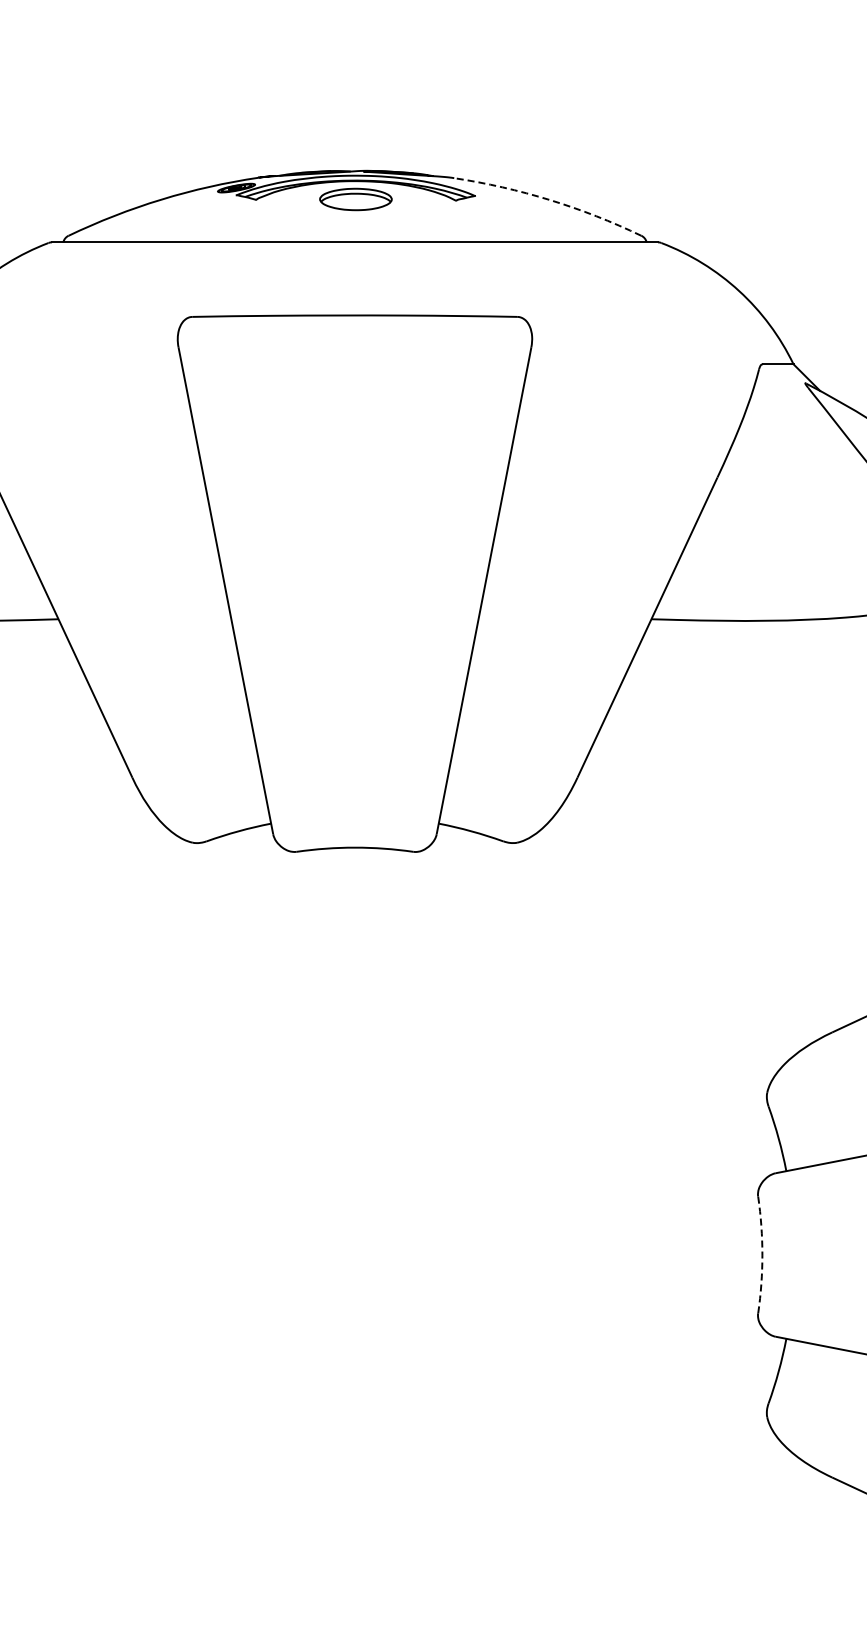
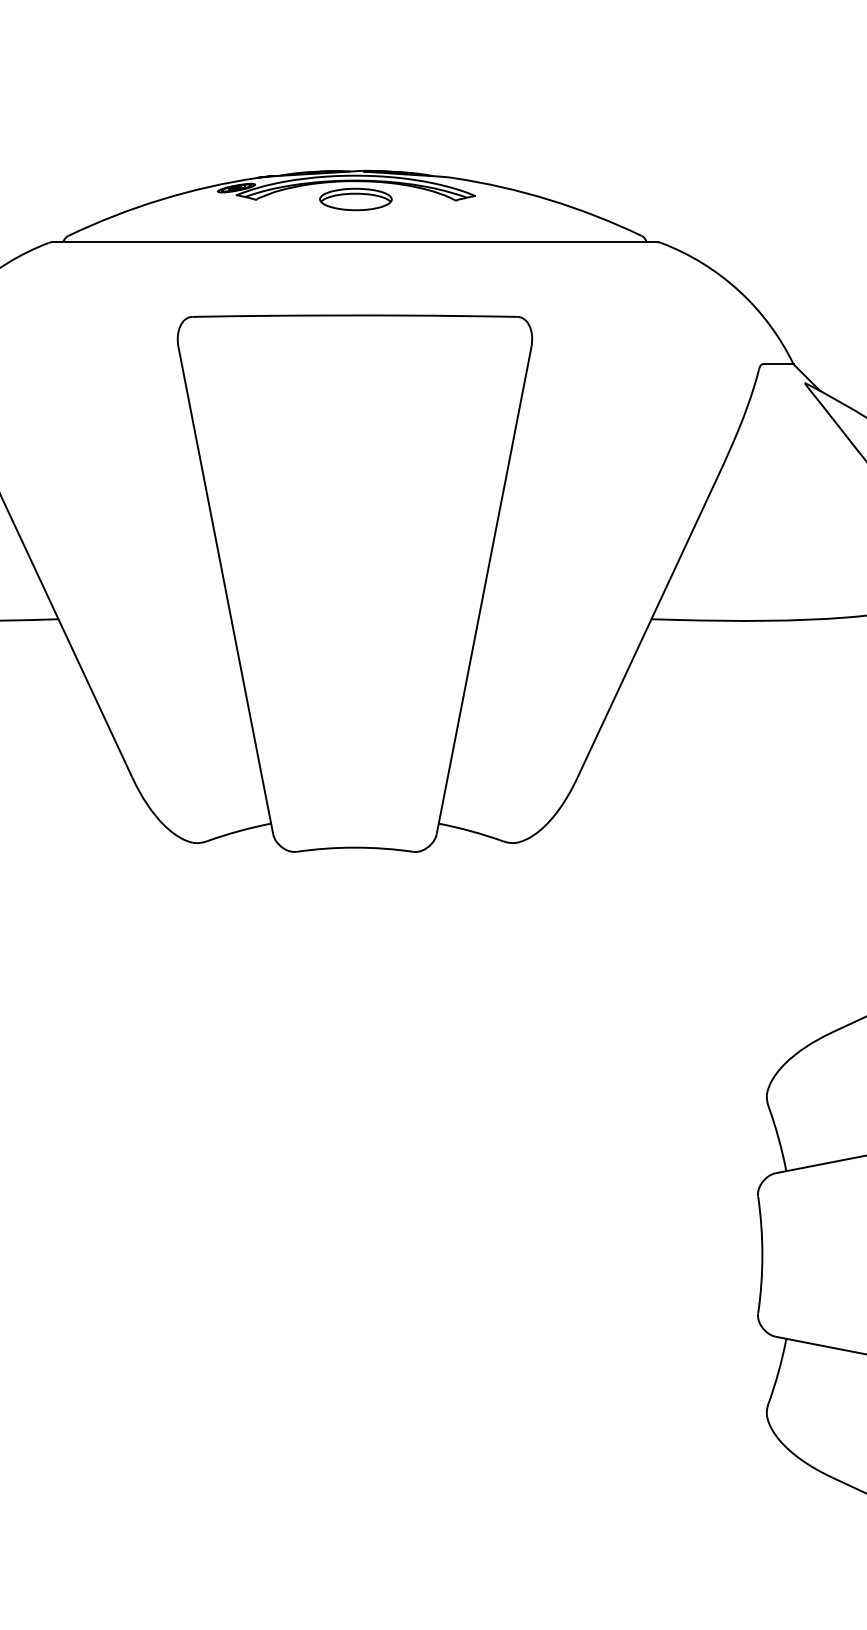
arc at (549, 200): dashed -> solid
arc at (762, 1255): dashed -> solid
